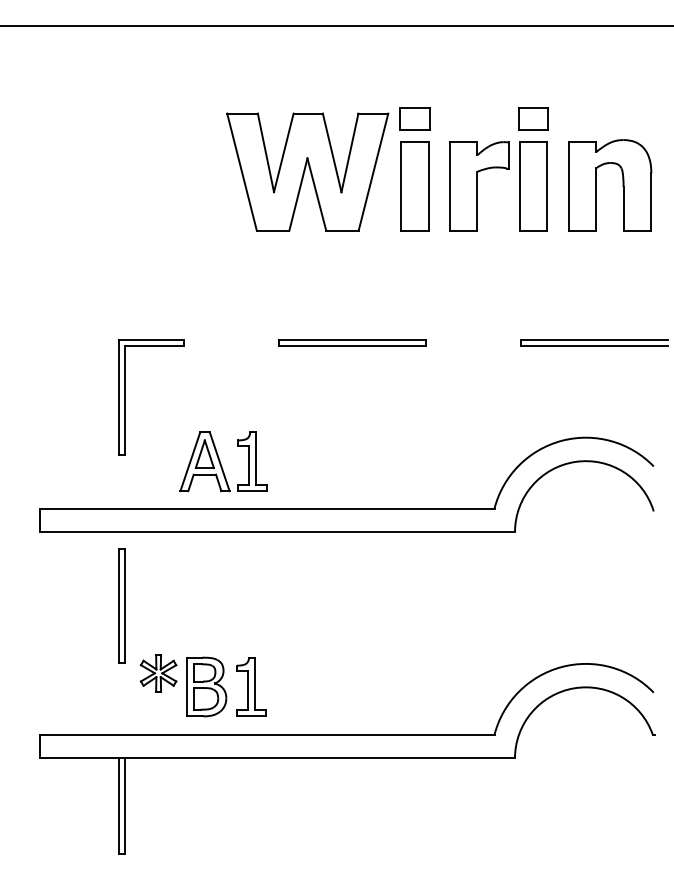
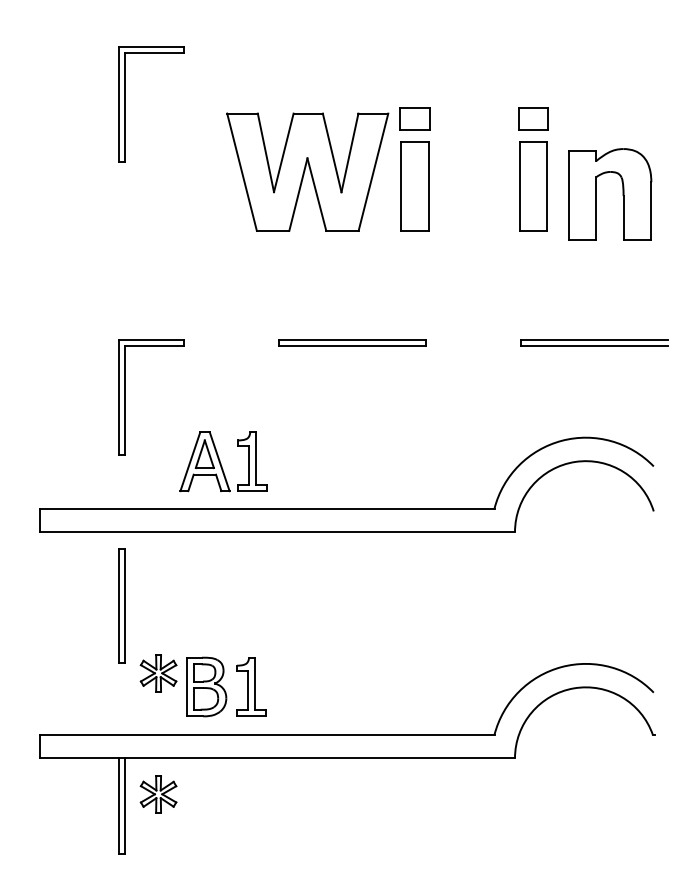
line at (336, 26): present -> none
part at (125, 104): none -> present
part at (622, 185) position: (622, 185) -> (622, 194)
part at (479, 186): present -> none
part at (158, 794): none -> present
